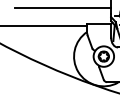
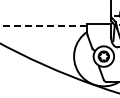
line at (63, 7): present -> none
line at (43, 26): solid -> dashed
